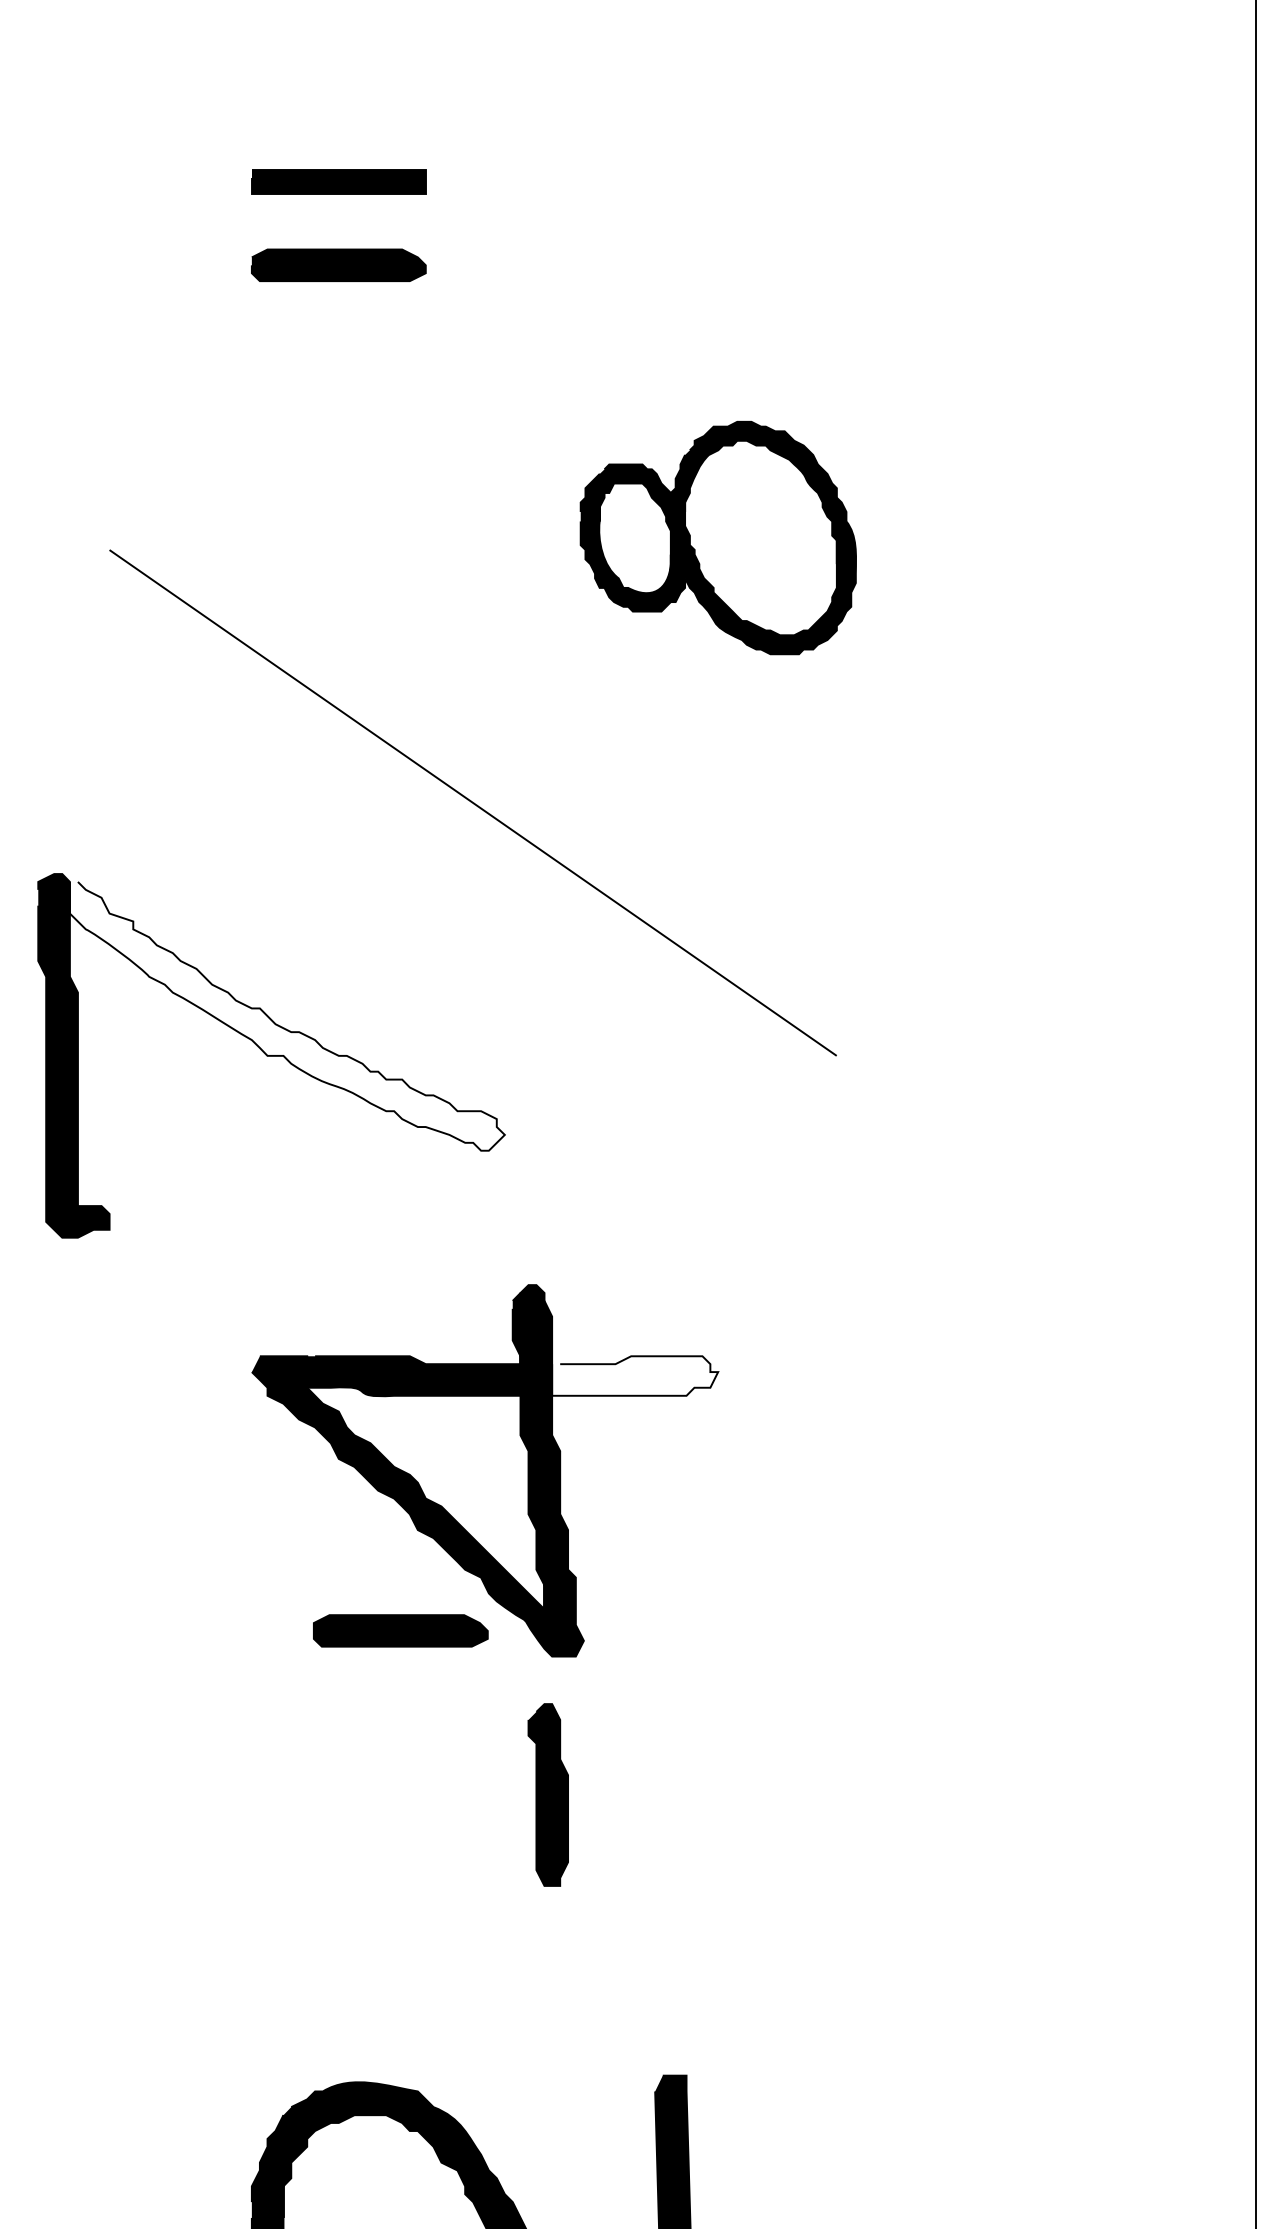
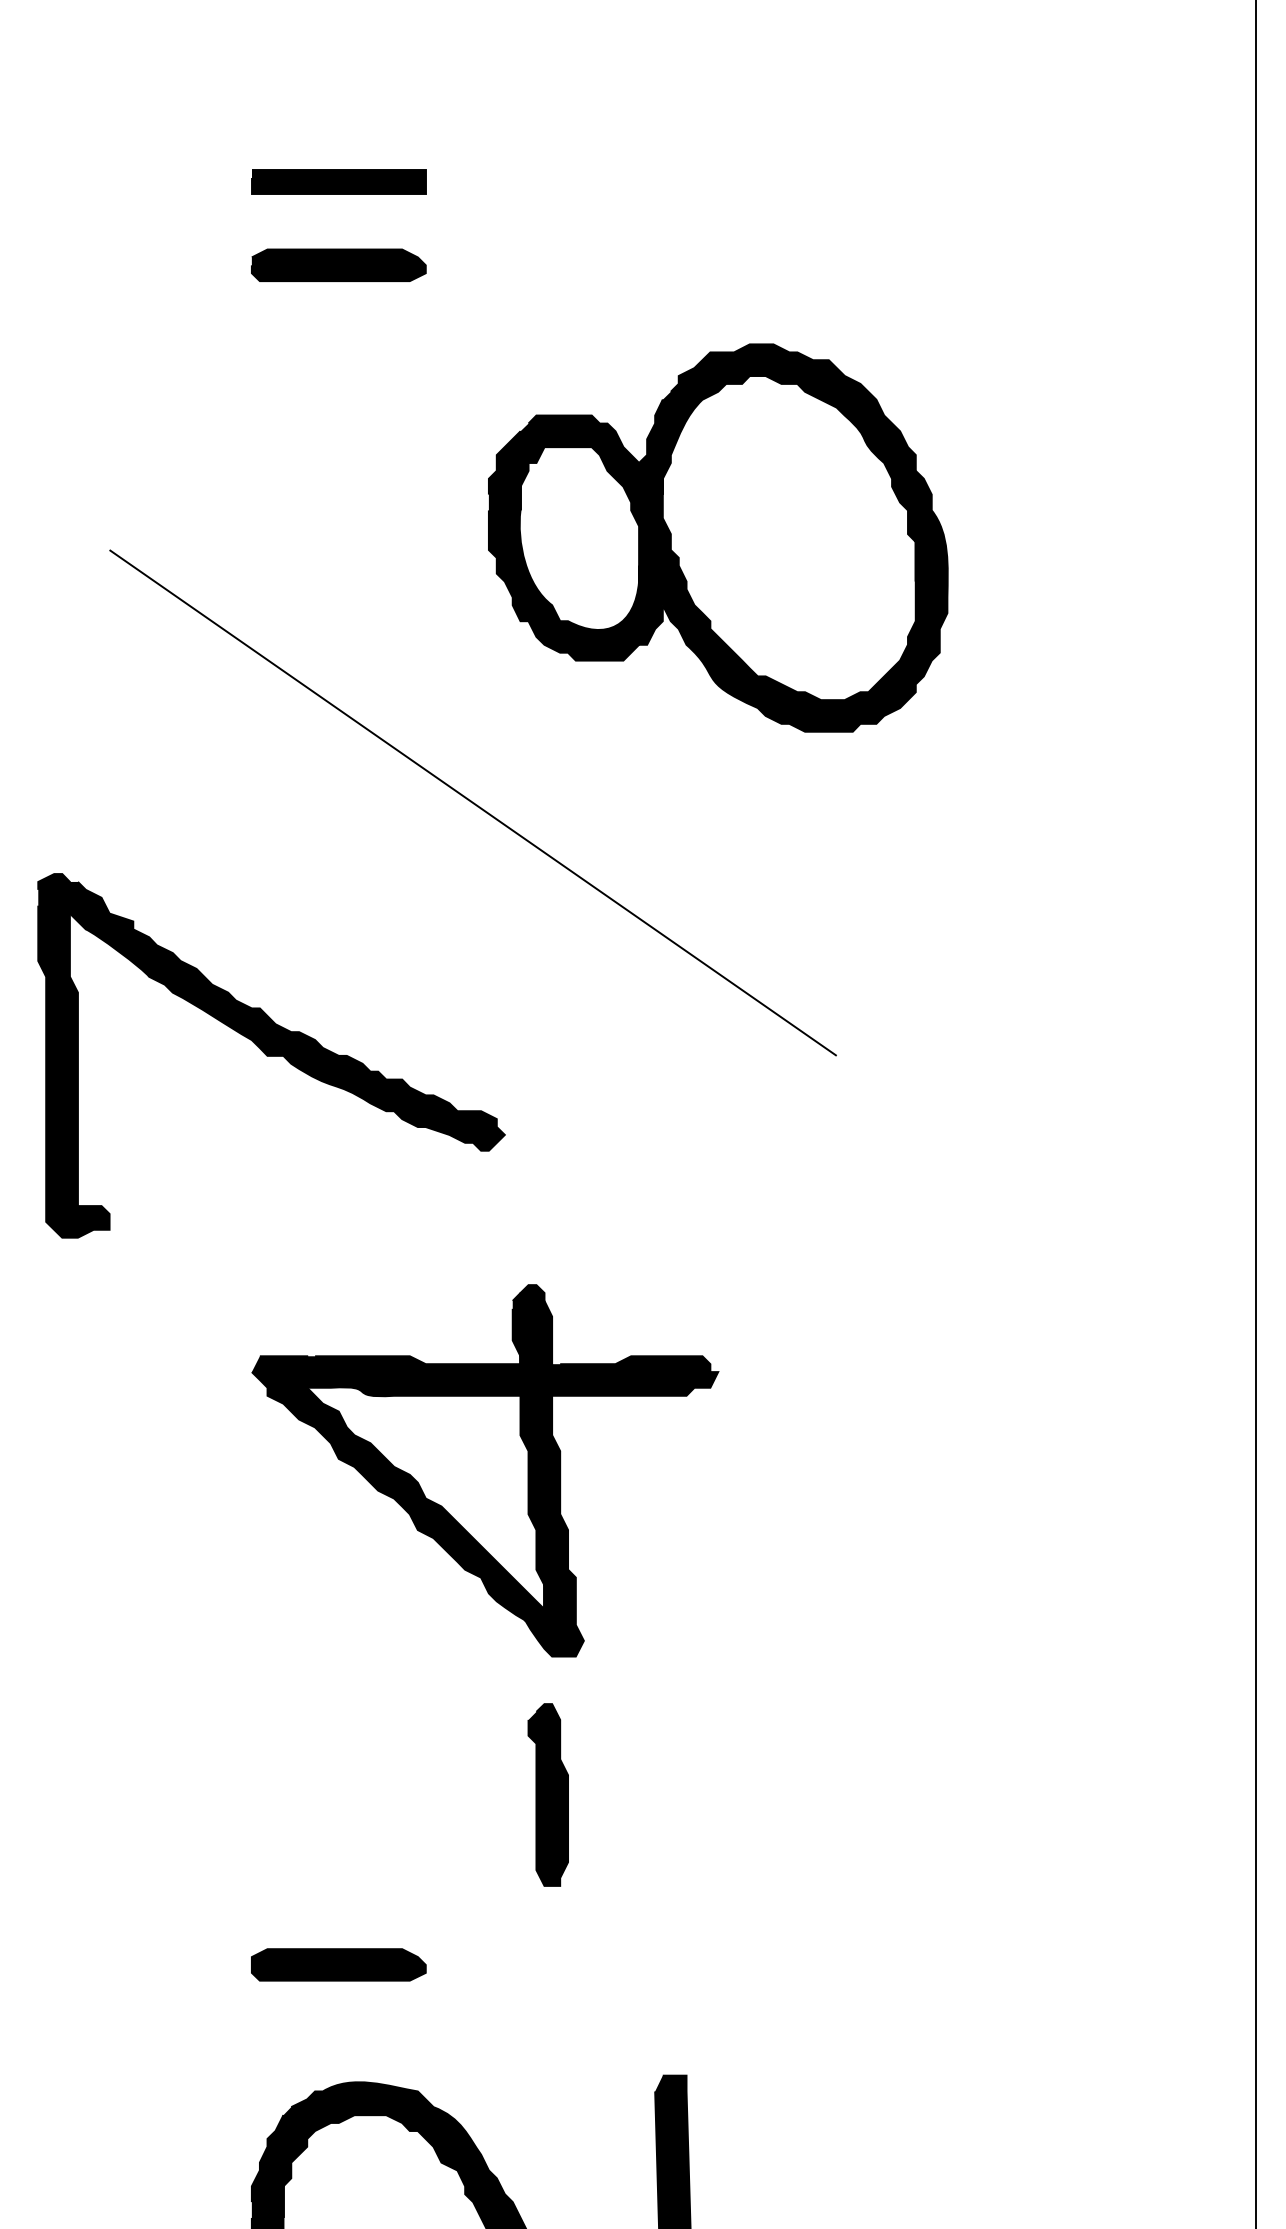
part at (717, 537) size: 278x236 px -> 461x390 px
fill at (286, 1015): none -> present
fill at (635, 1375): none -> present
part at (400, 1630) position: (400, 1630) -> (338, 1964)
